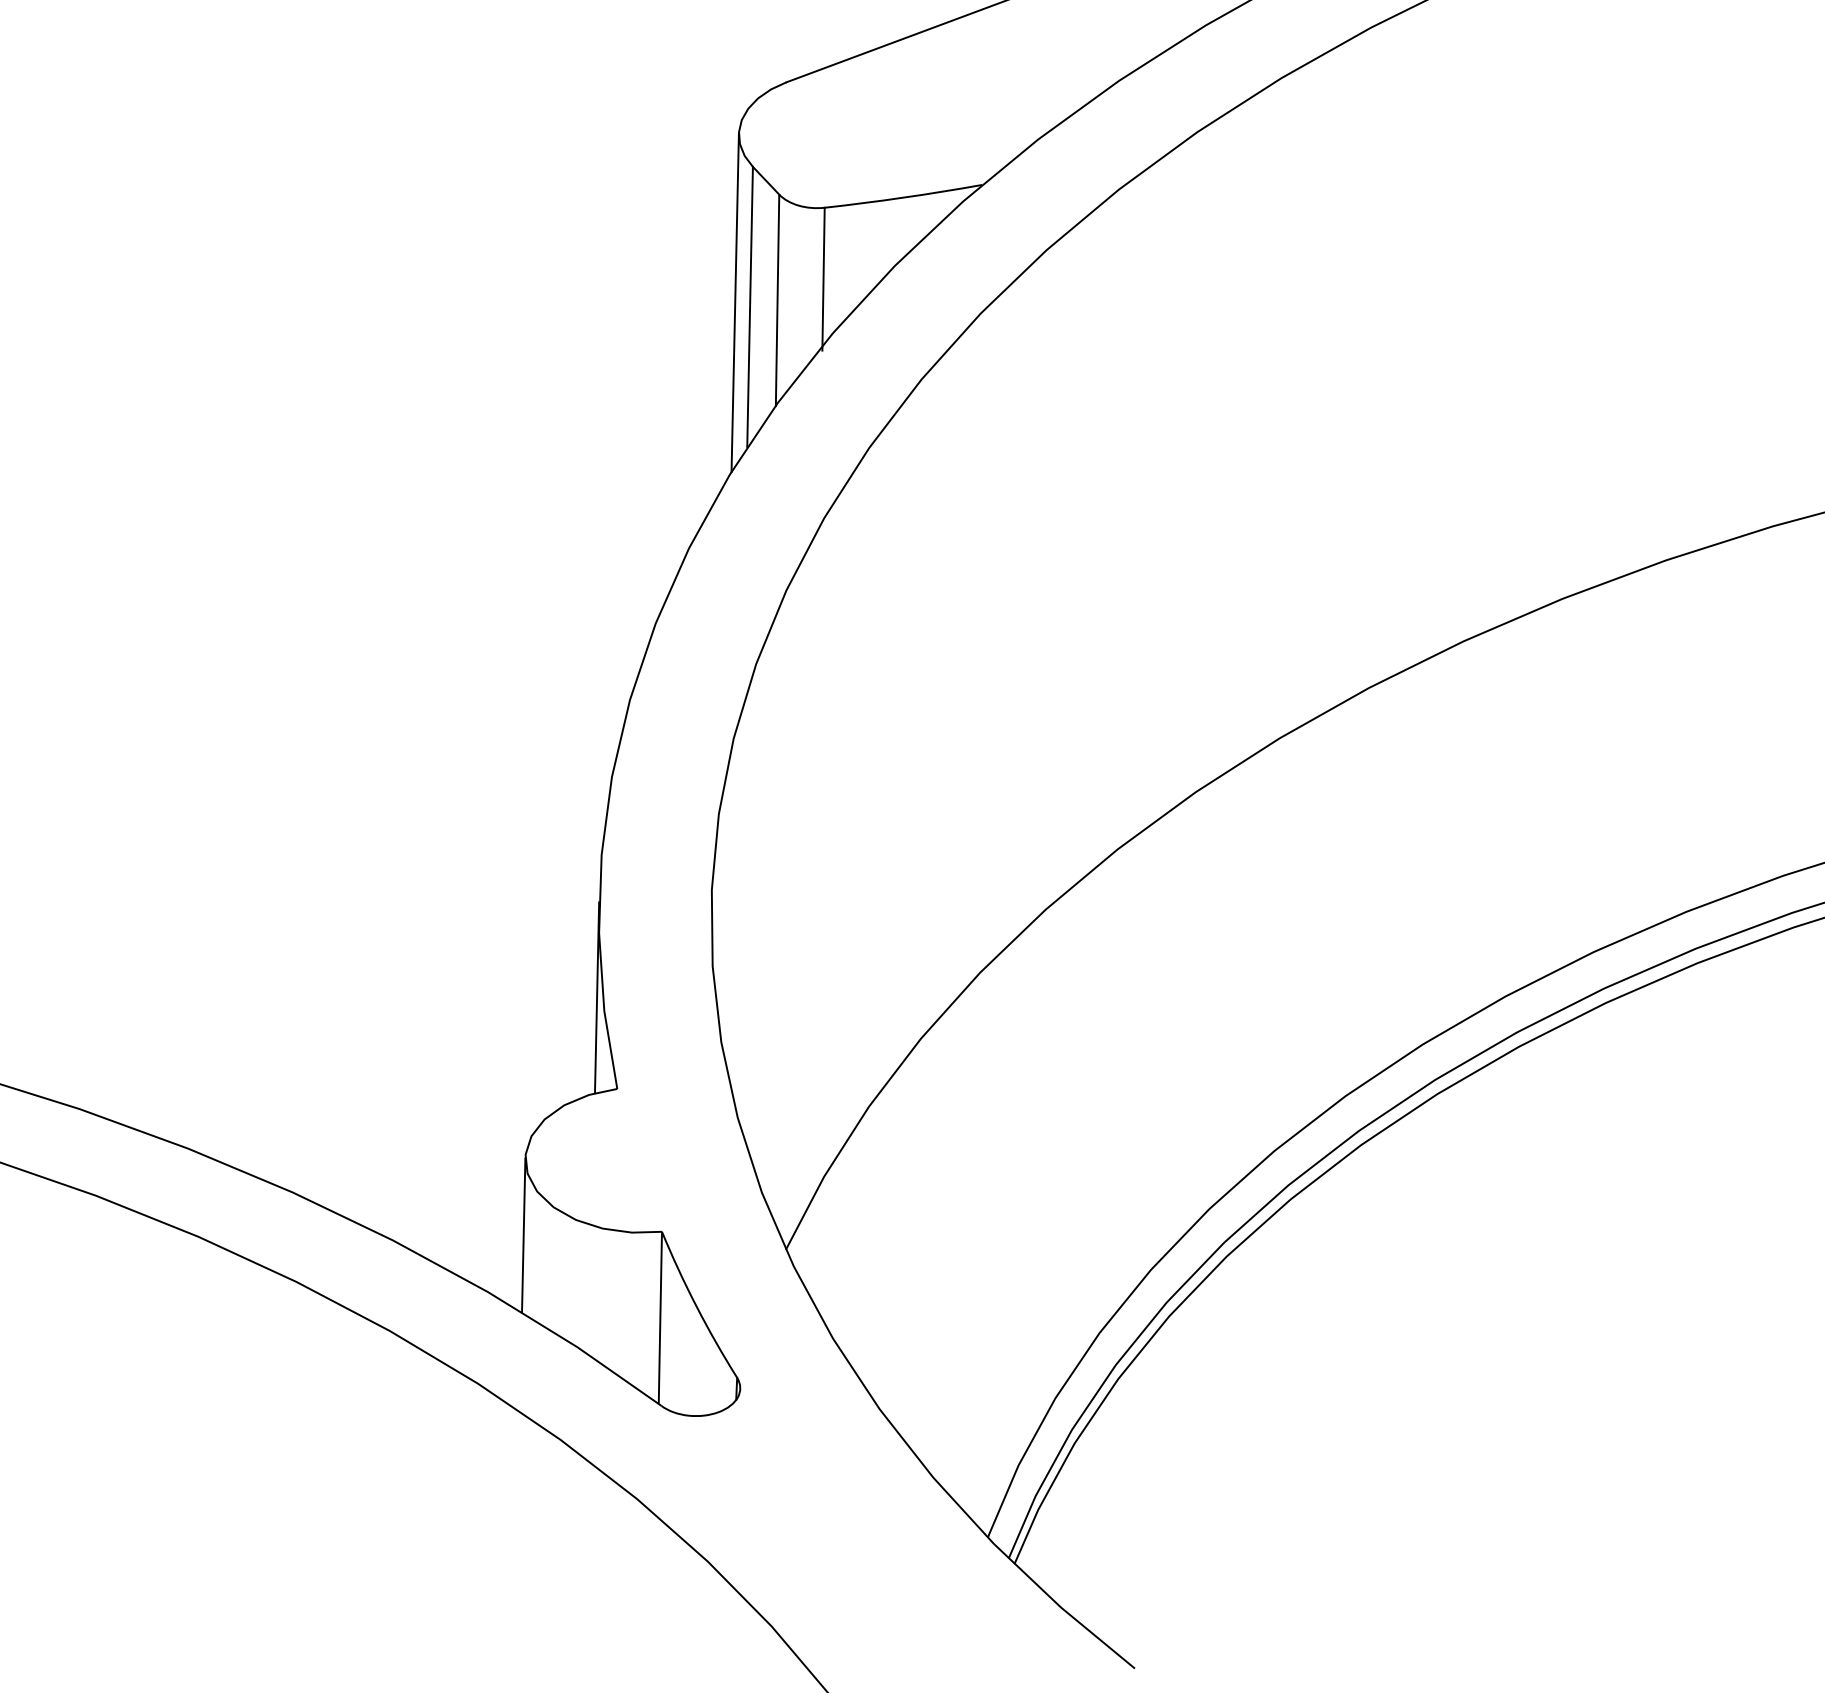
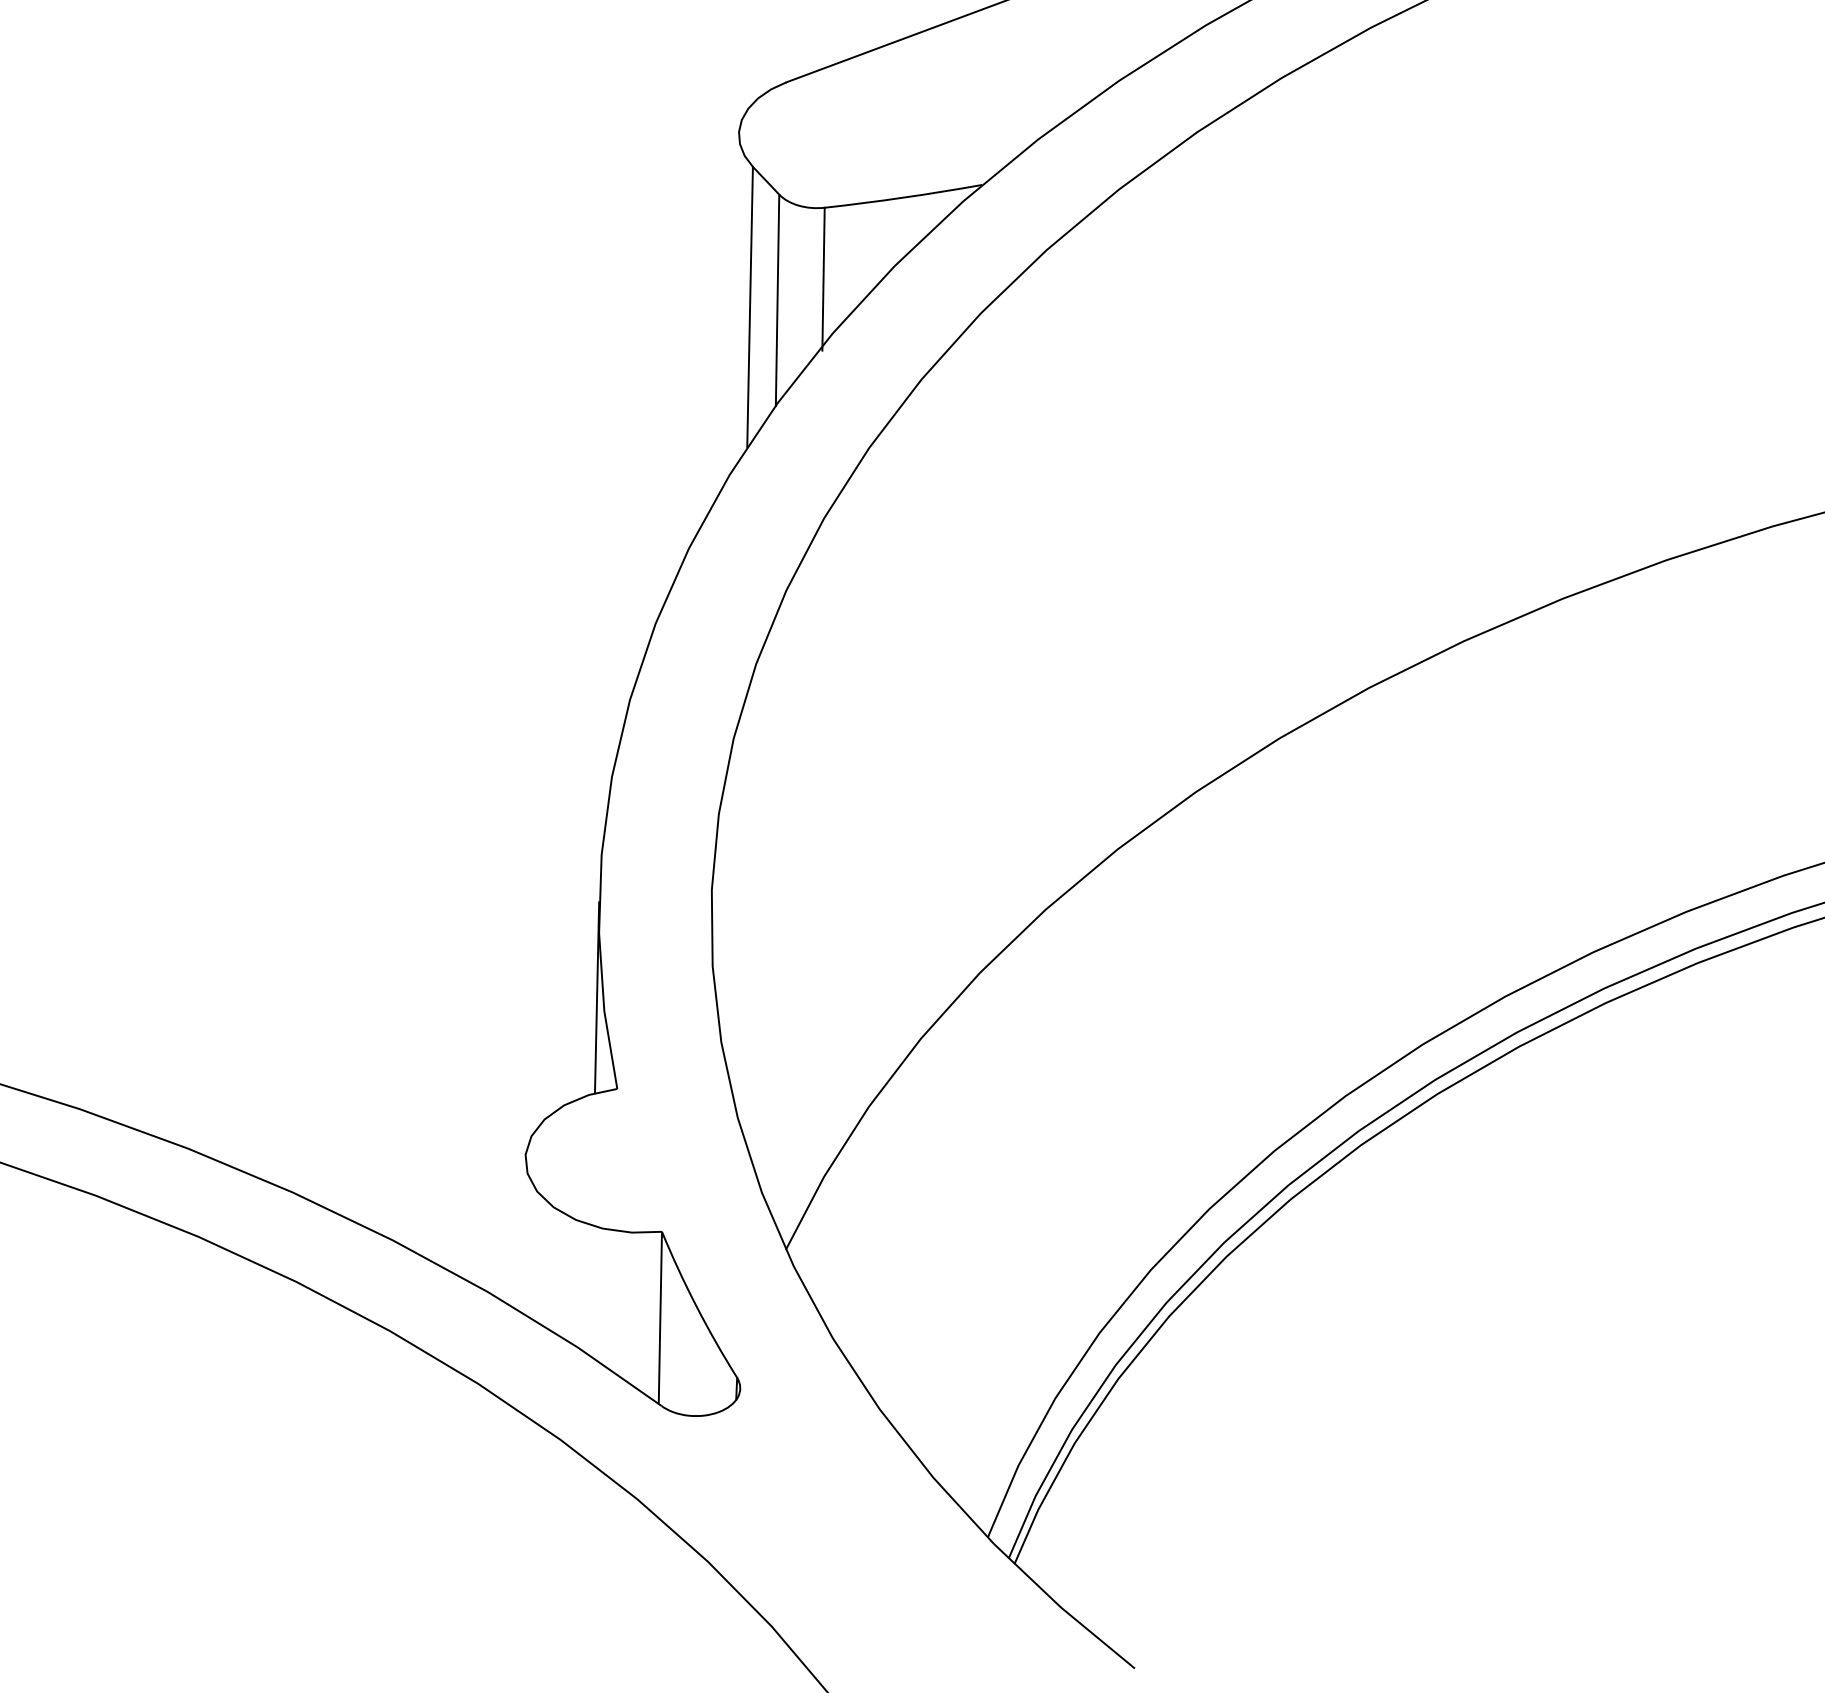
line at (734, 303): present -> none
line at (523, 1235): present -> none
